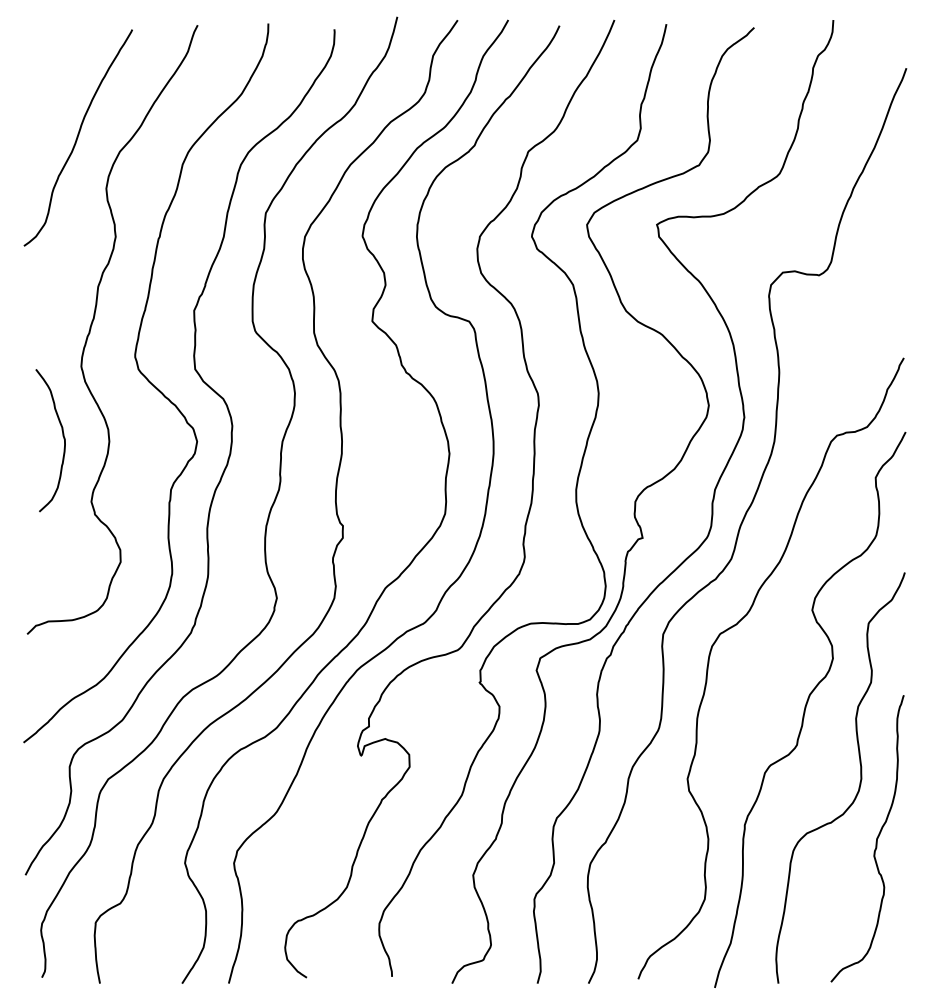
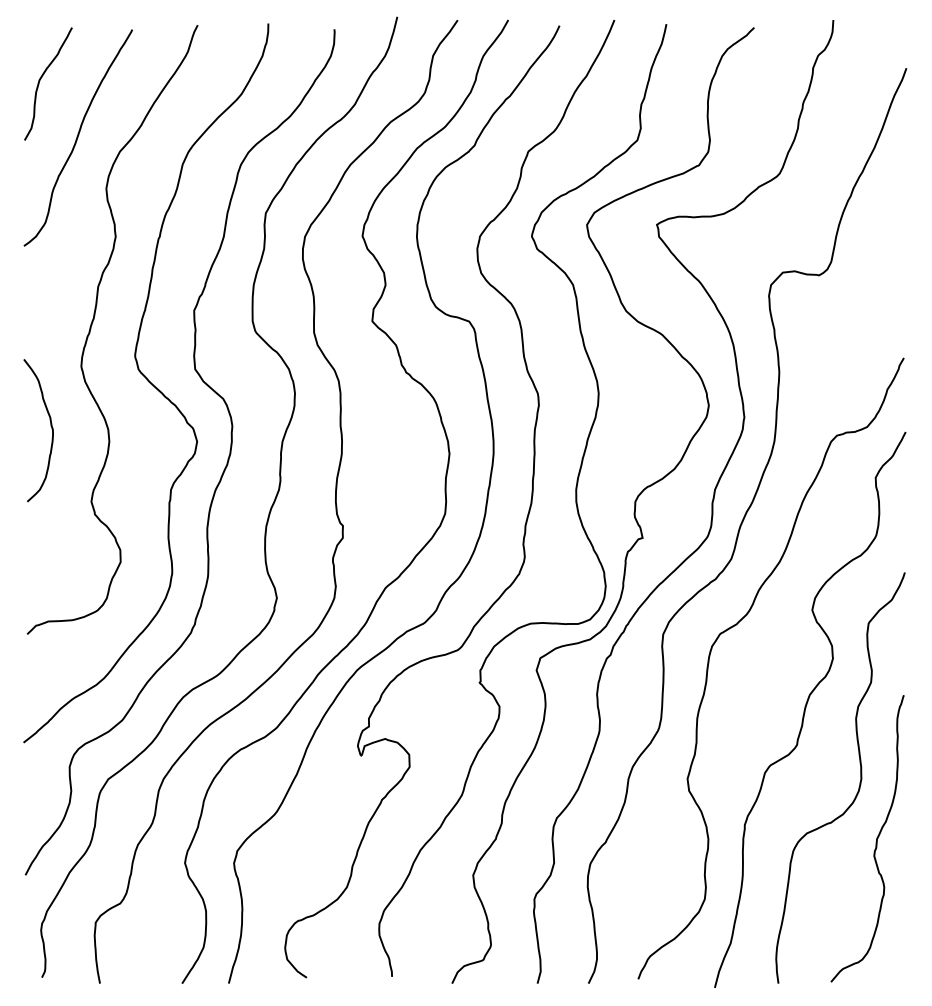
curve at (41, 79): none -> present
curve at (62, 436) position: (62, 436) -> (50, 426)
